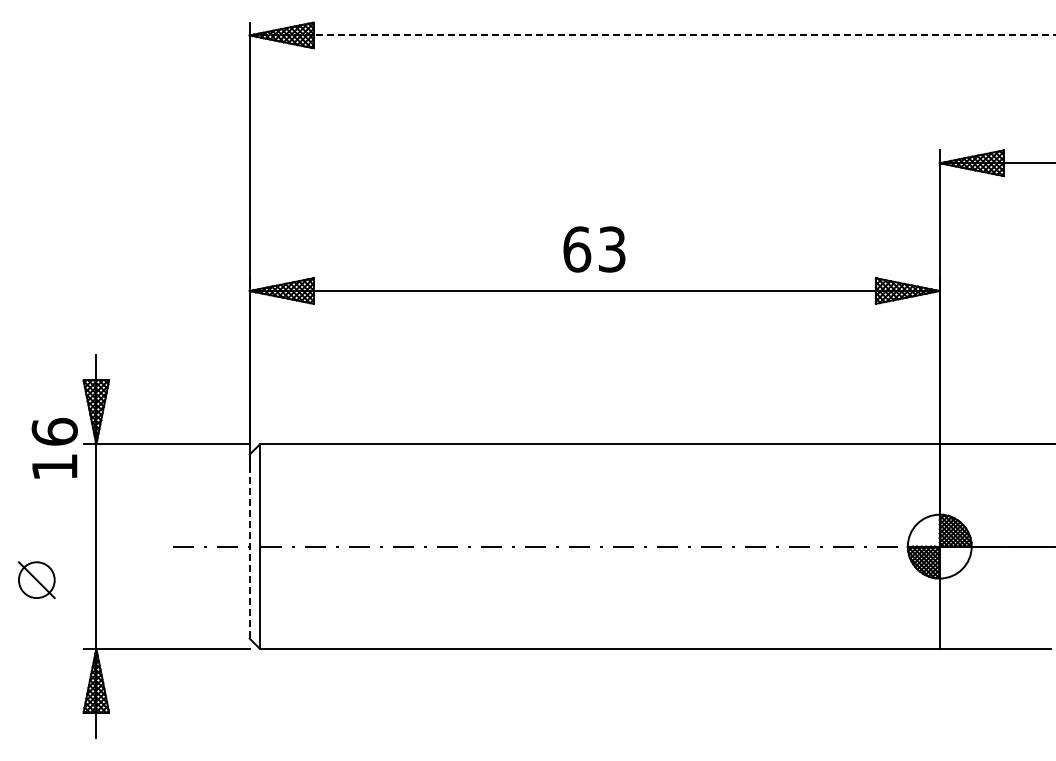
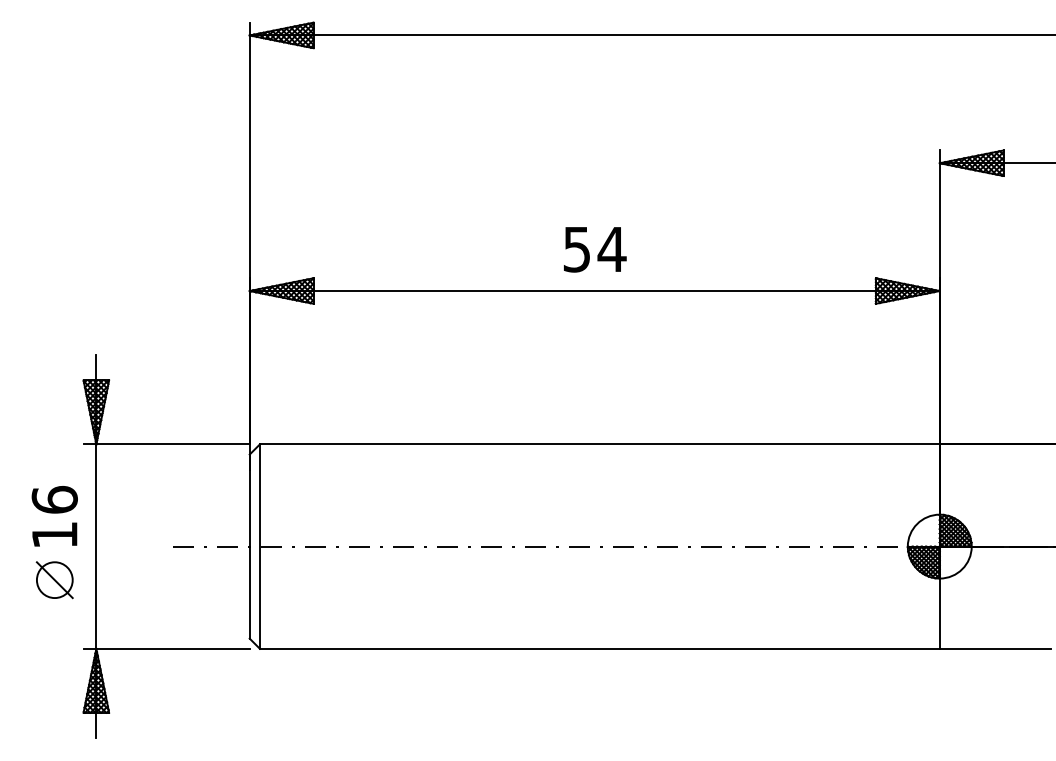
line at (652, 35): dashed -> solid
text at (594, 249): 63 -> 54
text at (54, 448) position: (54, 448) -> (54, 516)
line at (249, 547): dashed -> solid
part at (36, 580) position: (36, 580) -> (54, 580)
